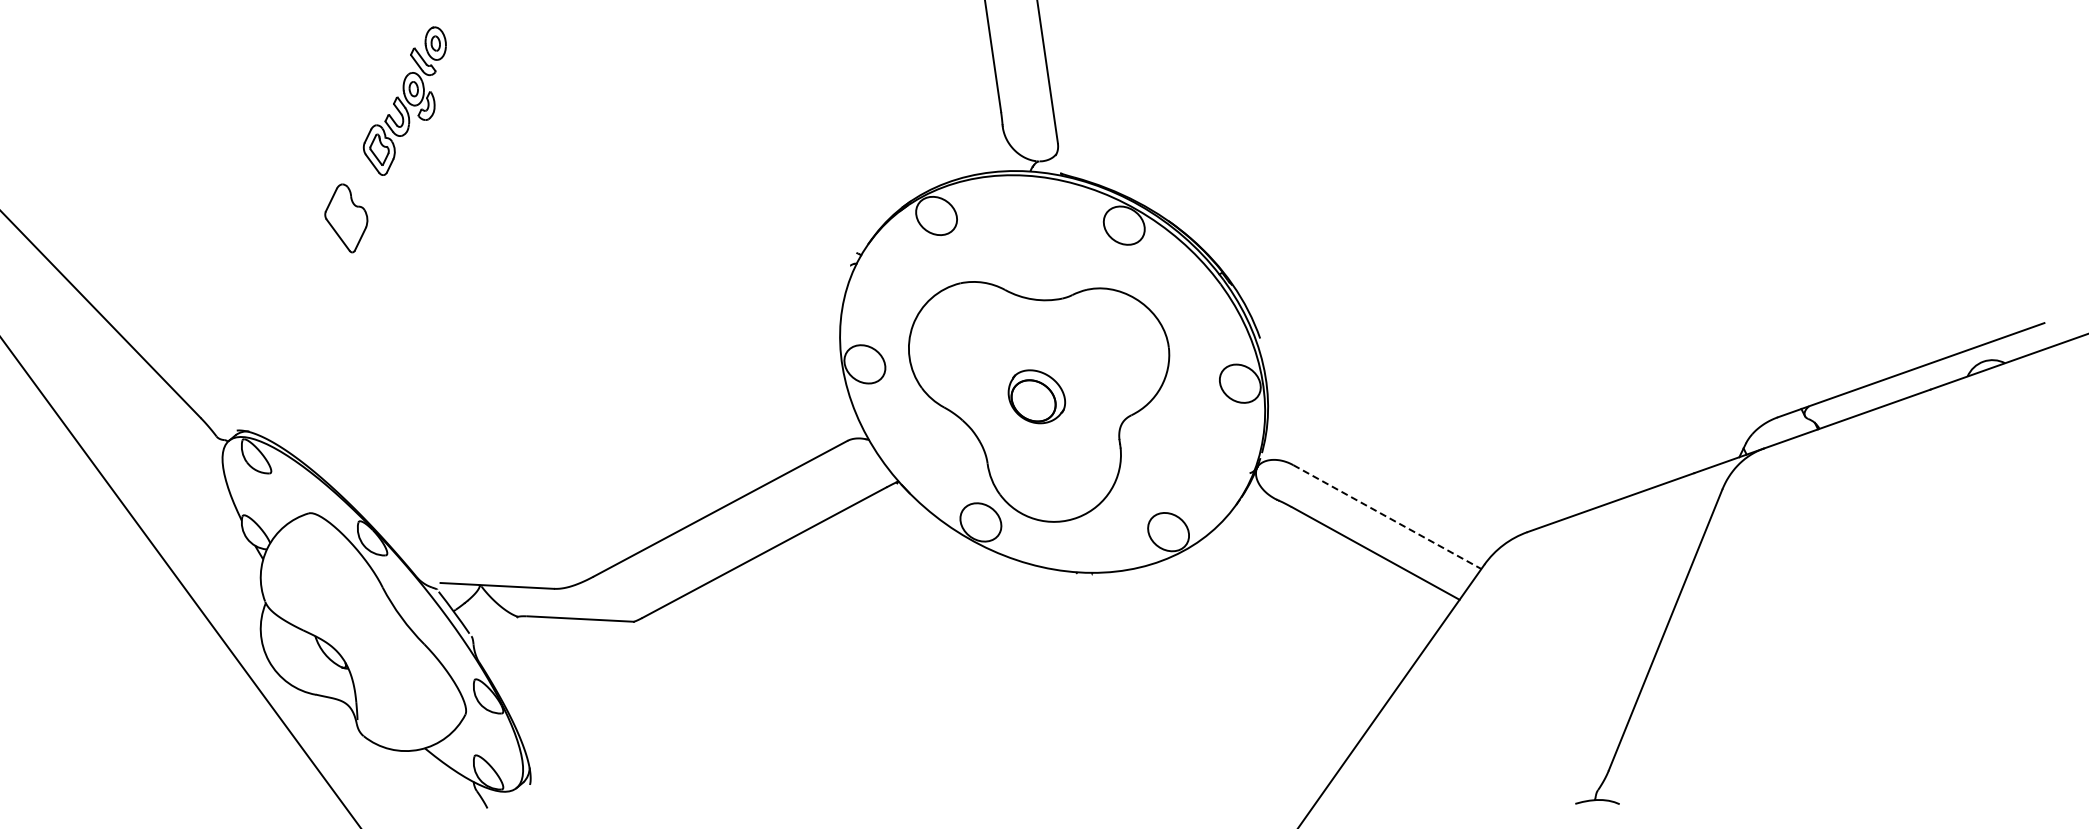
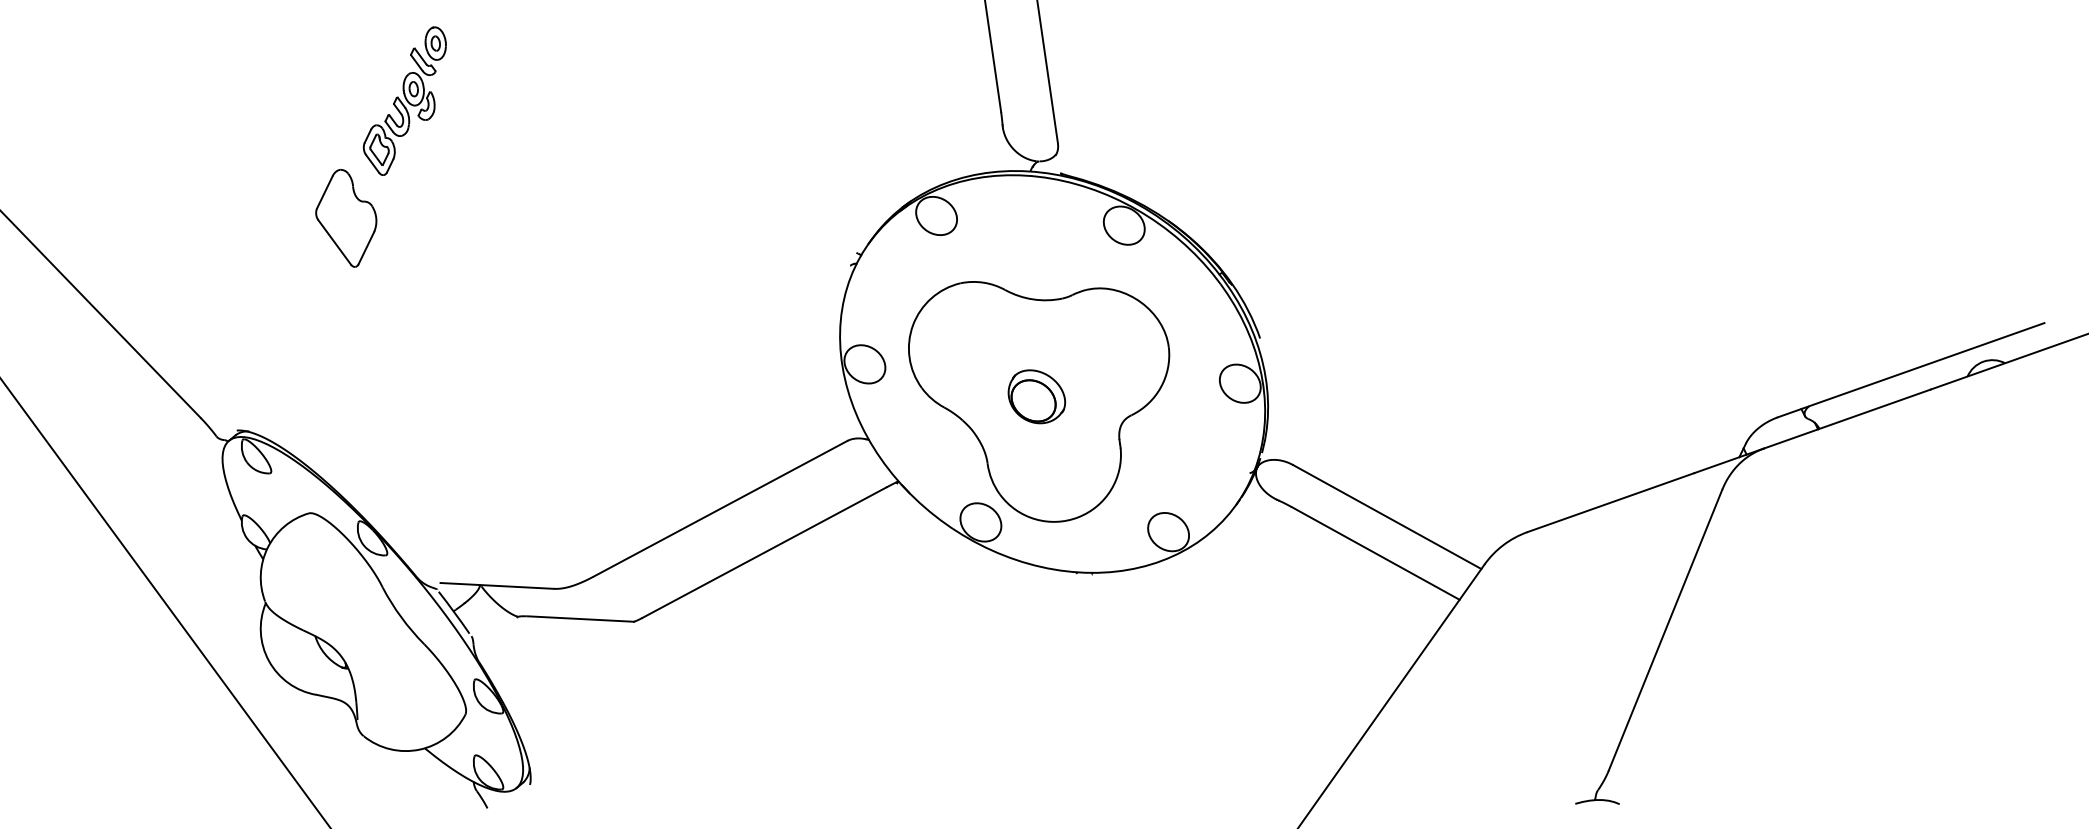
part at (346, 218) size: 45x71 px -> 63x99 px
line at (1387, 517): dashed -> solid
line at (180, 582) position: (180, 582) -> (165, 602)
